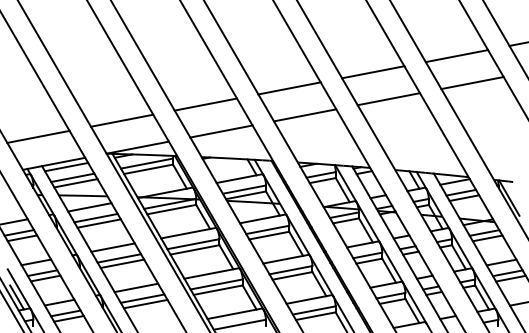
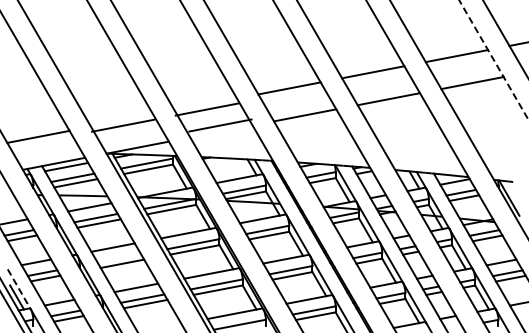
line at (494, 60): solid -> dashed
line at (205, 104) position: (205, 104) -> (206, 109)
line at (122, 120) position: (122, 120) -> (123, 125)
line at (221, 131) position: (221, 131) -> (220, 125)
line at (119, 258): present -> none
line at (19, 289): solid -> dashed
